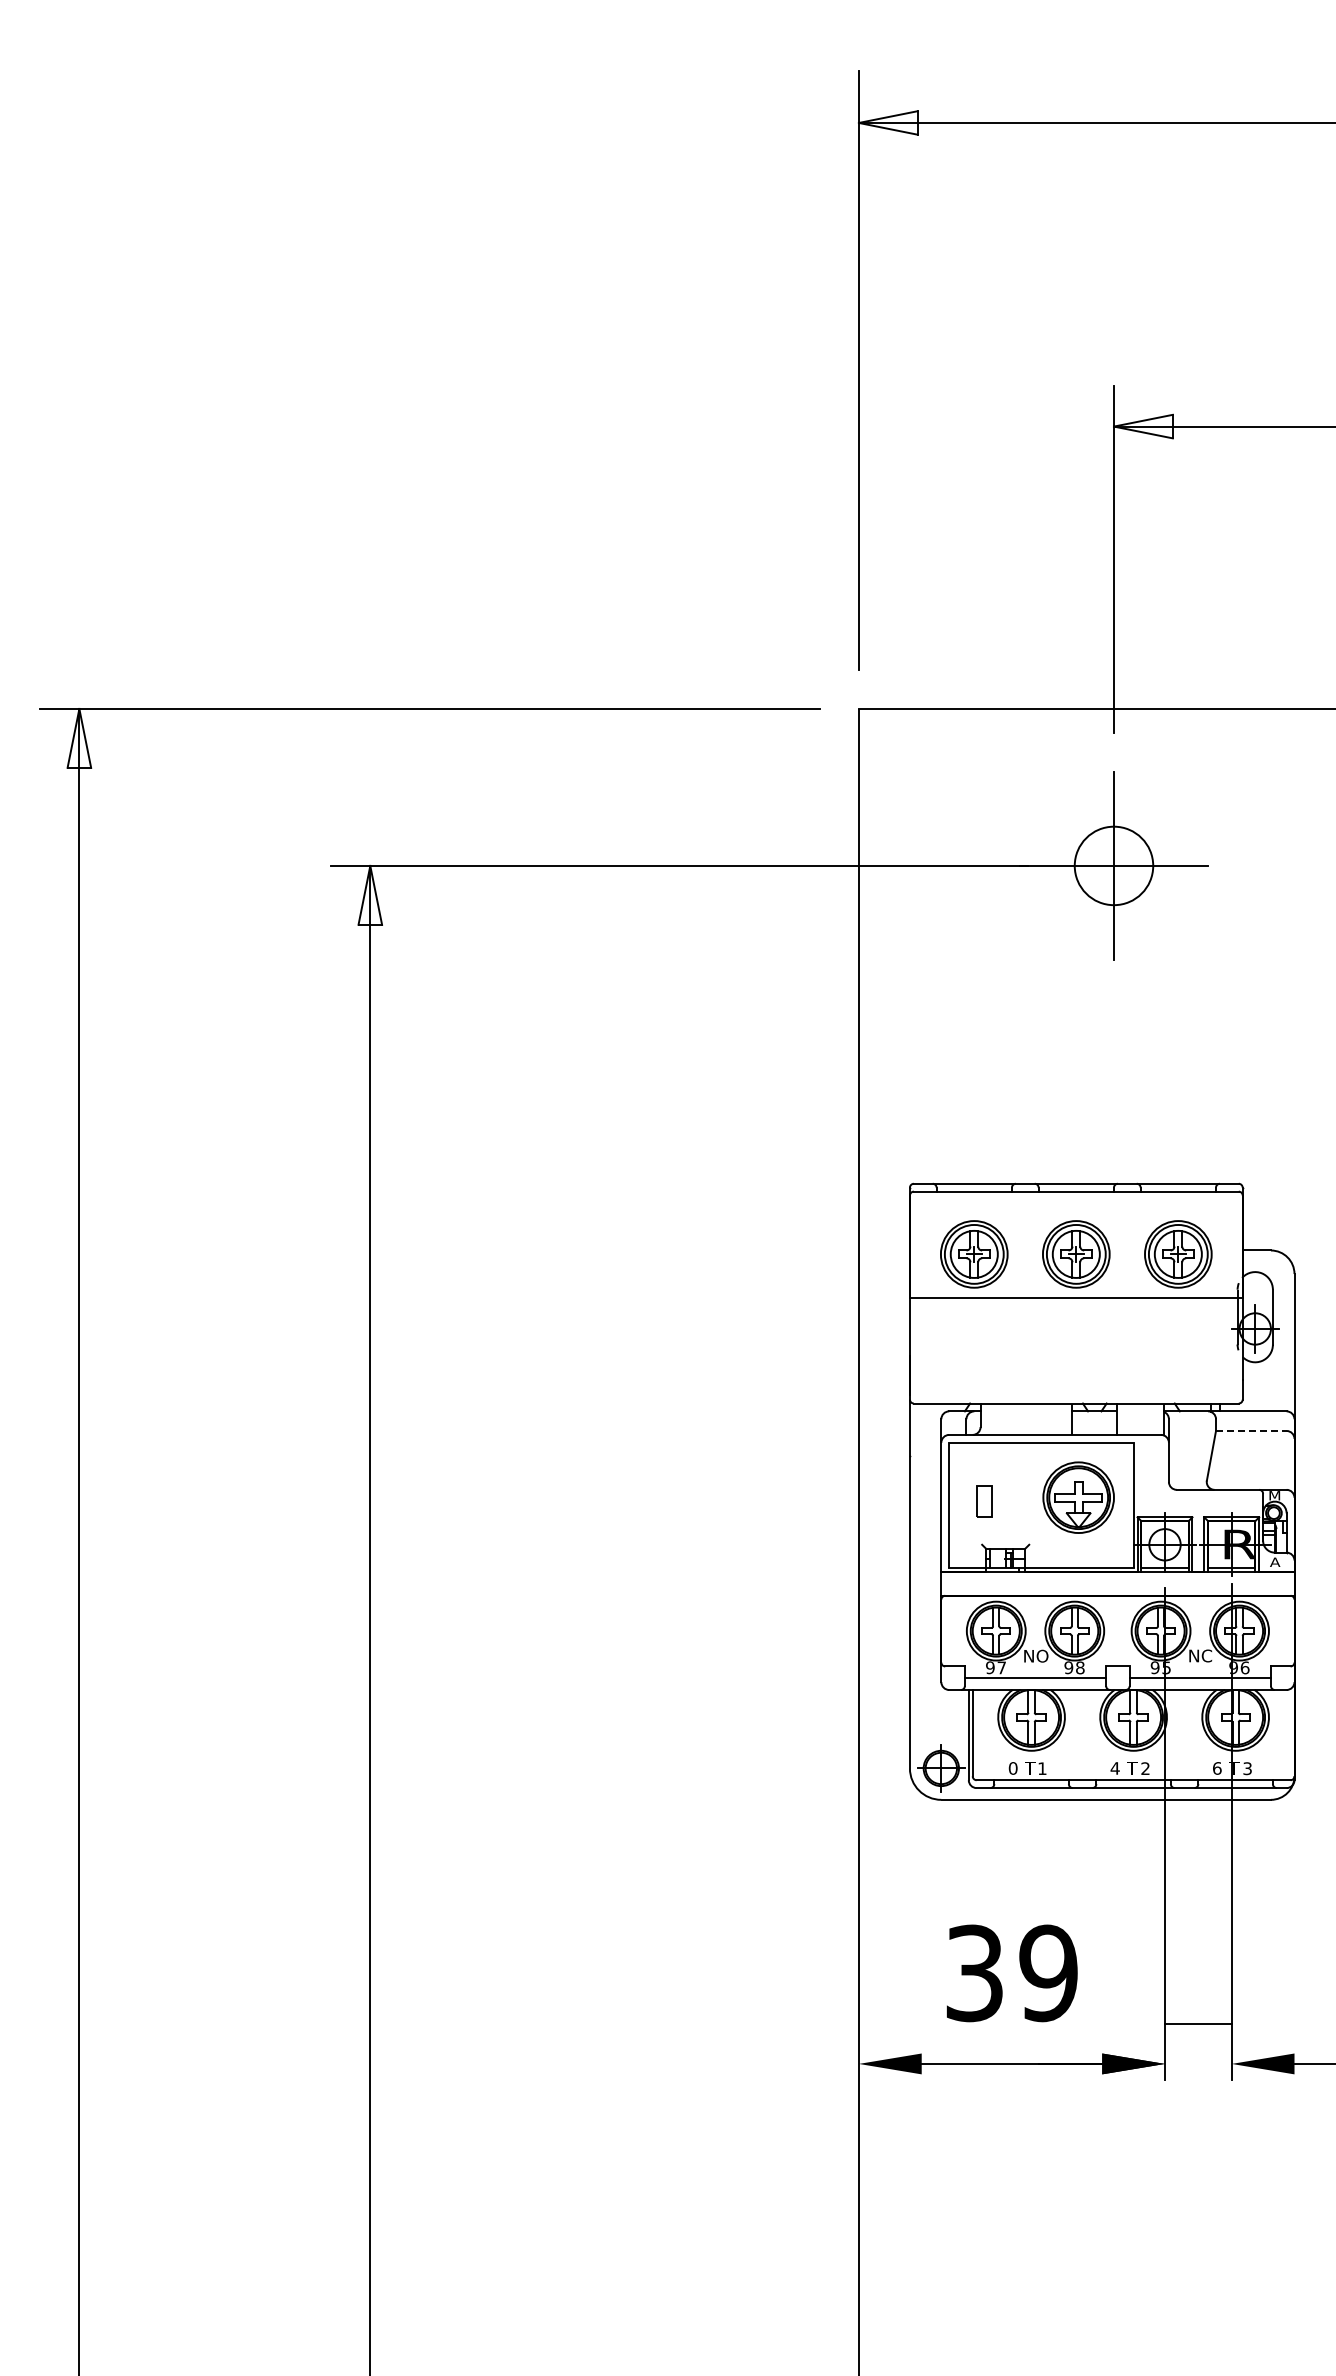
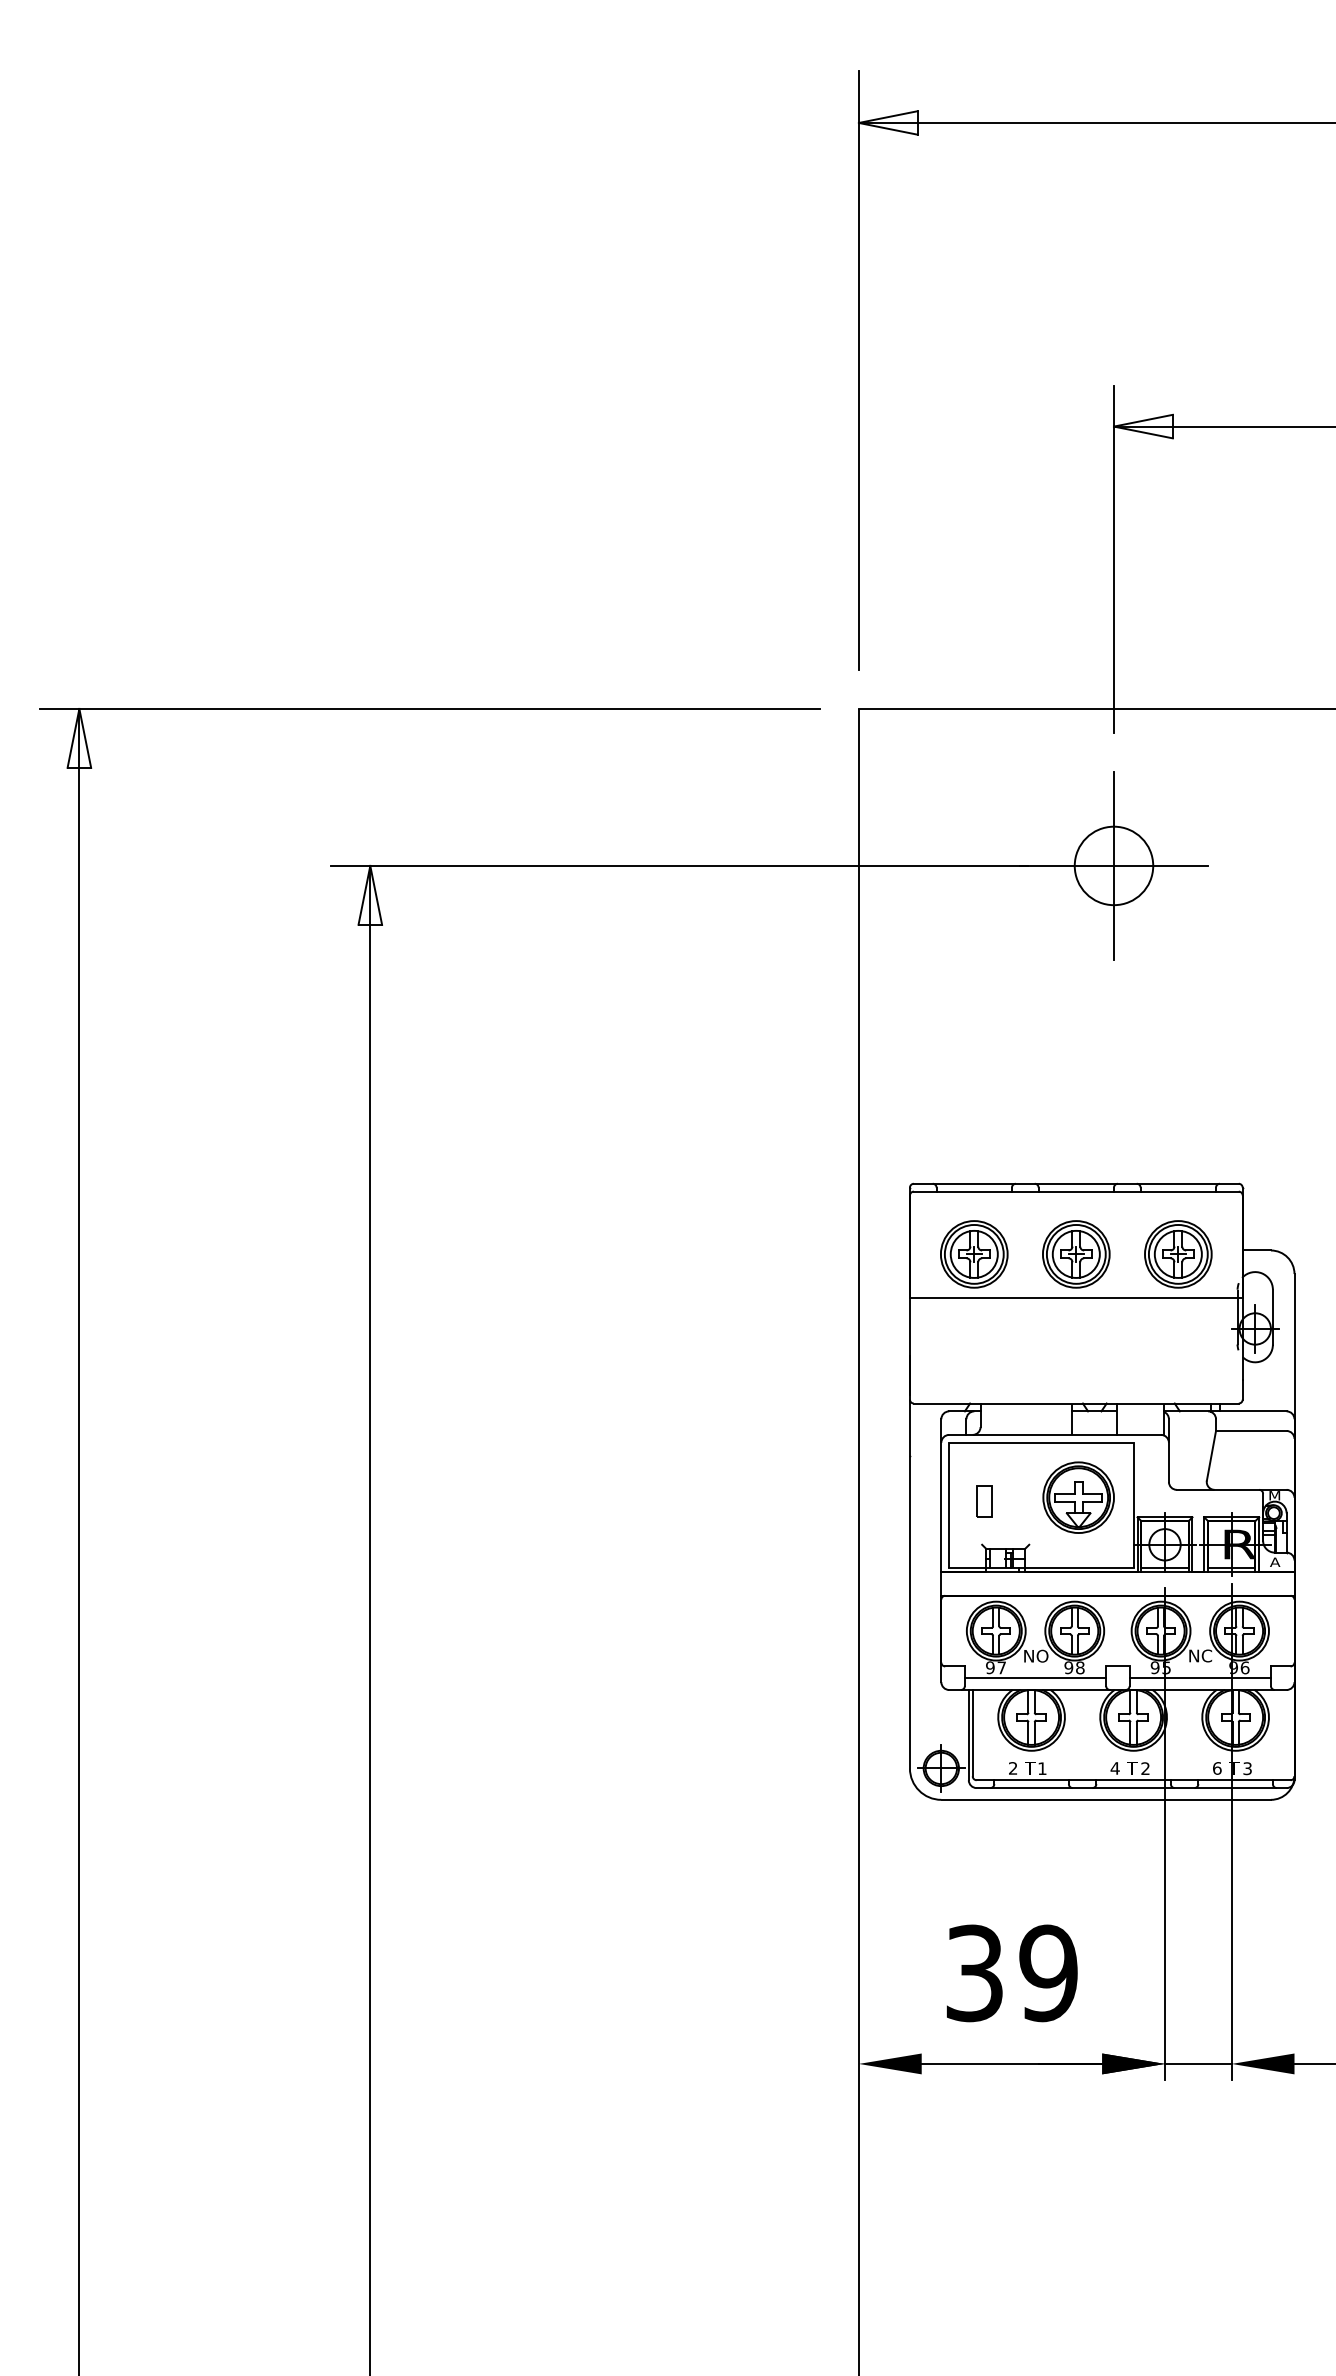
line at (1251, 1431): dashed -> solid
text at (1012, 1768): 0 -> 2
line at (1198, 2023) position: (1198, 2023) -> (1198, 2063)
